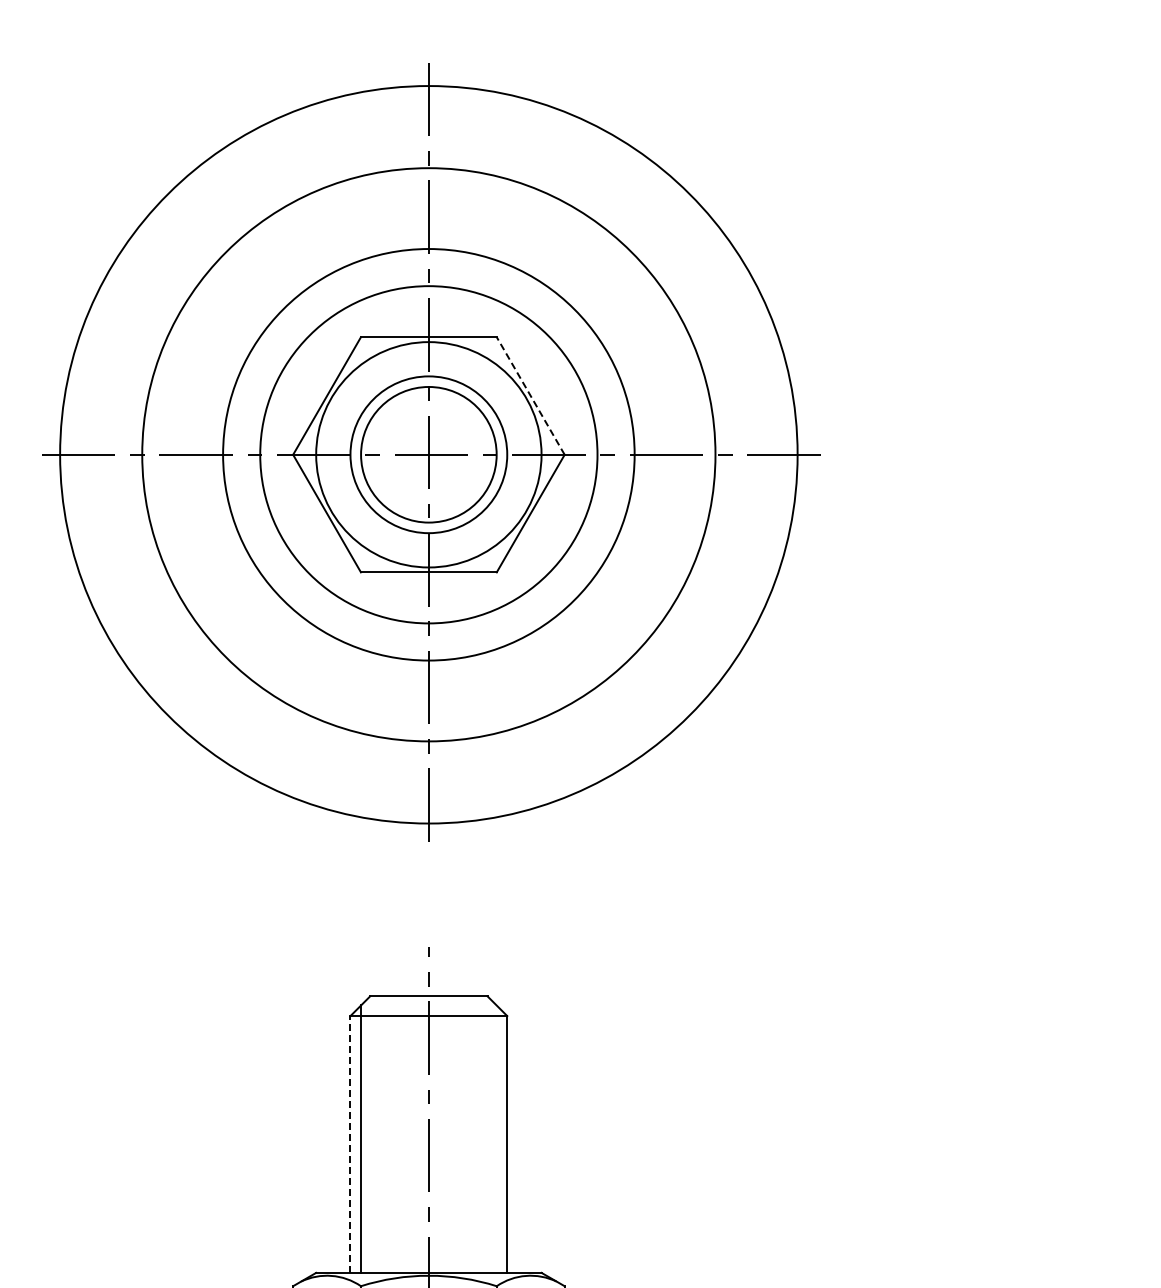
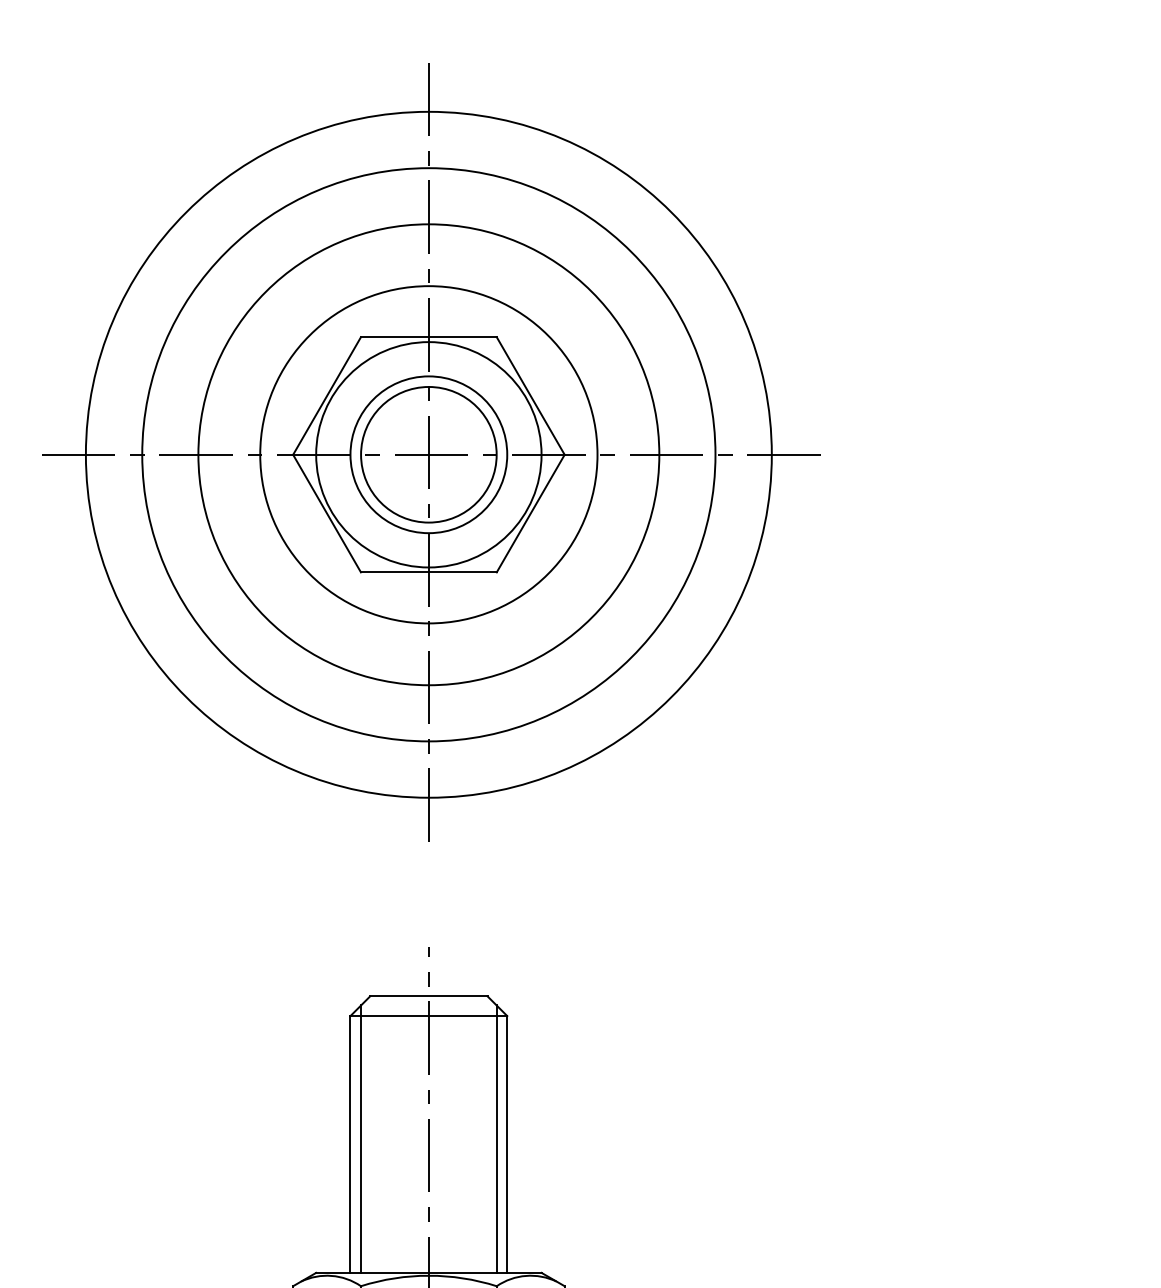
line at (530, 396): dashed -> solid
circle at (428, 454) diameter: 412 px -> 686 px
circle at (428, 454) diameter: 737 px -> 461 px
line at (496, 1138): none -> present
line at (350, 1143): dashed -> solid
